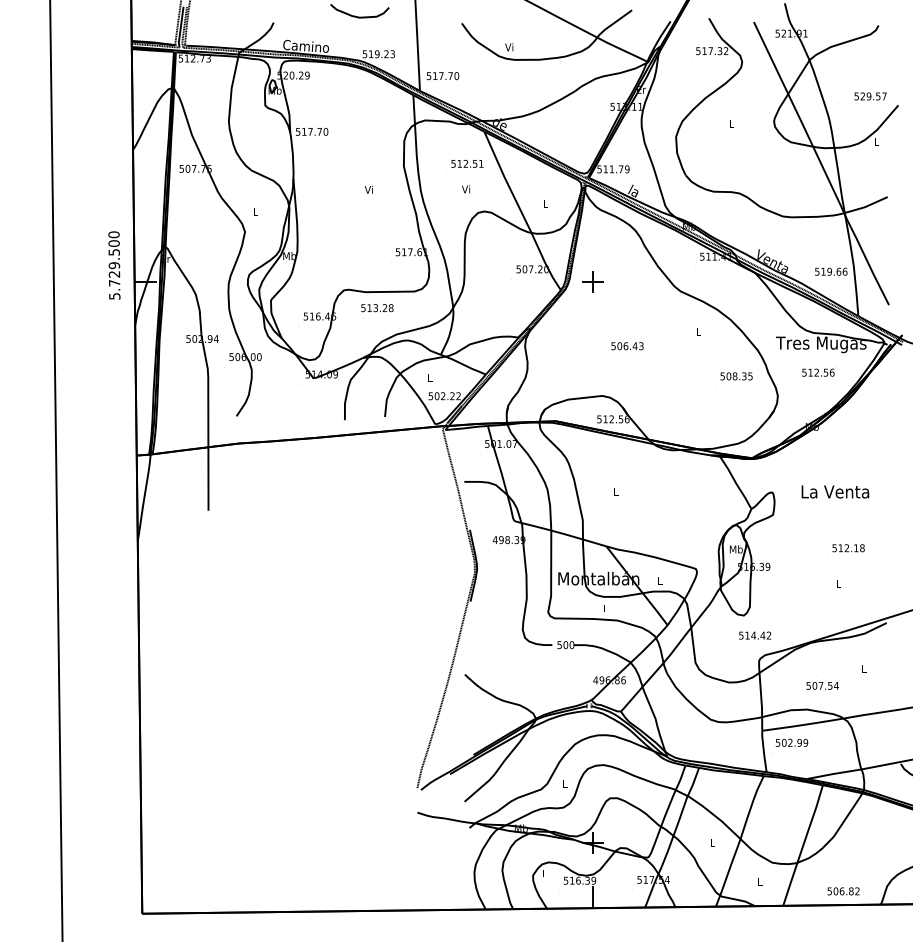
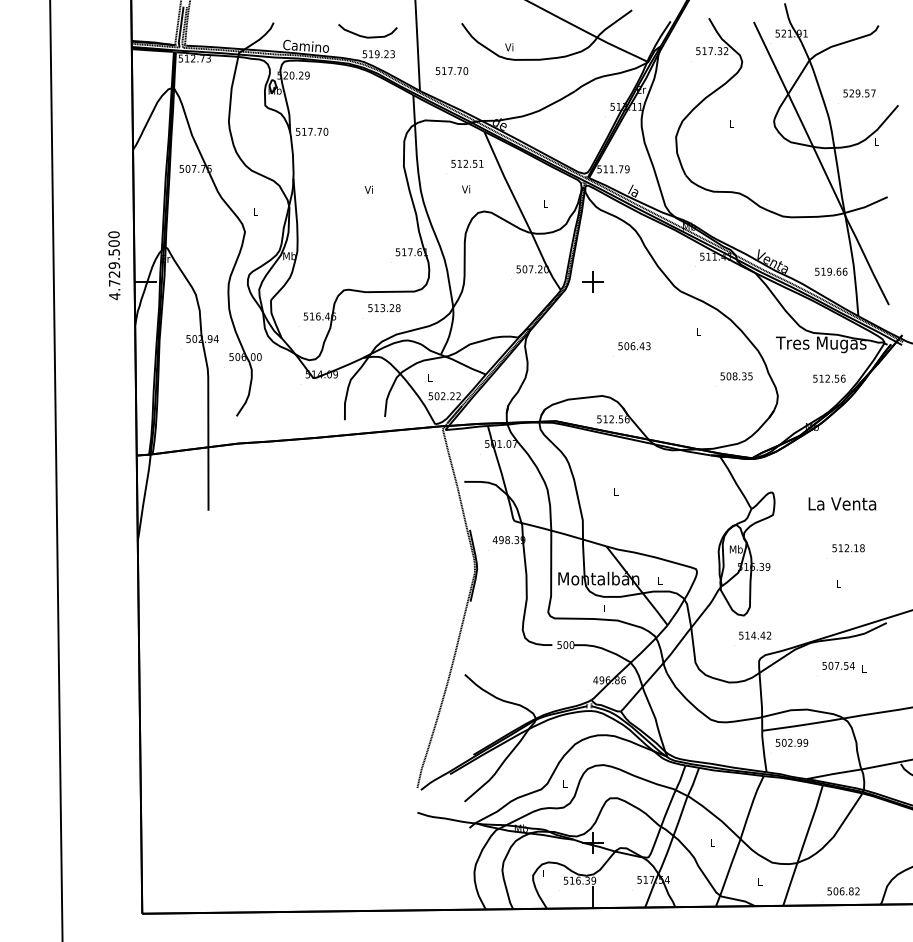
curve at (359, 16) position: (359, 16) -> (367, 36)
text at (442, 76) position: (442, 76) -> (451, 71)
text at (870, 96) position: (870, 96) -> (859, 93)
text at (114, 296): 5.729.500 -> 4.729.500
text at (377, 308) position: (377, 308) -> (384, 308)
text at (627, 346) position: (627, 346) -> (634, 346)
text at (818, 372) position: (818, 372) -> (829, 378)
text at (835, 491) position: (835, 491) -> (842, 503)
text at (822, 685) position: (822, 685) -> (838, 665)
